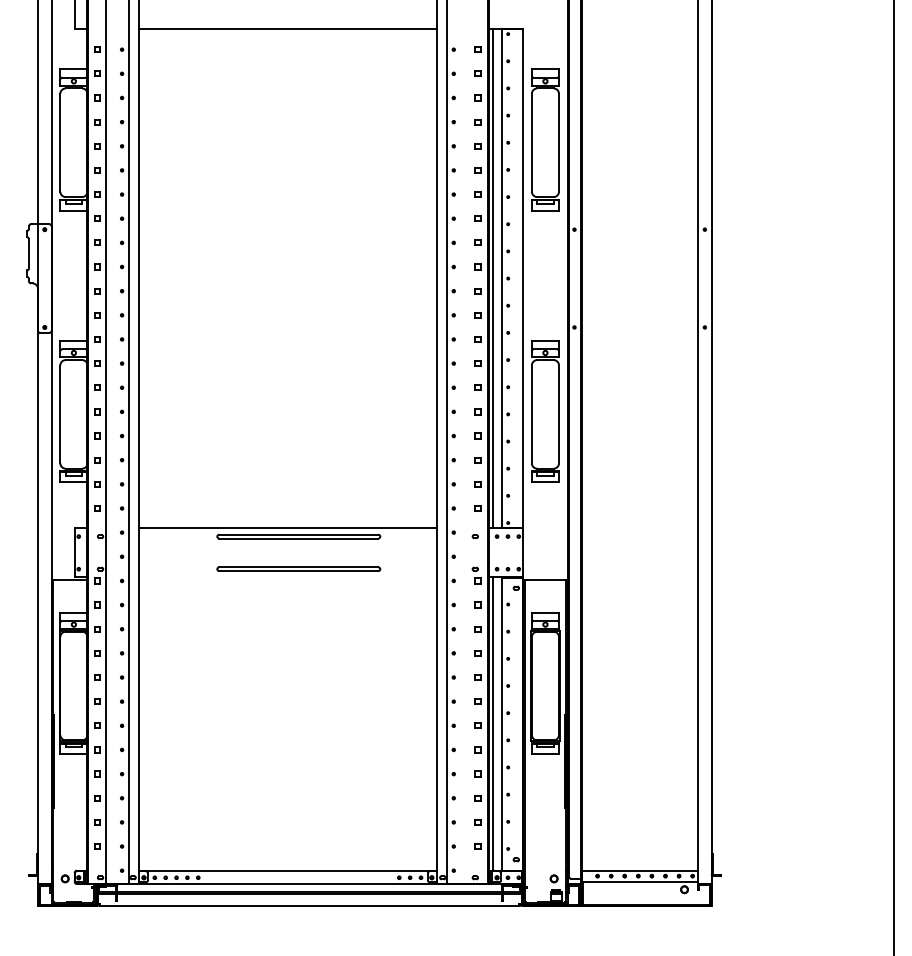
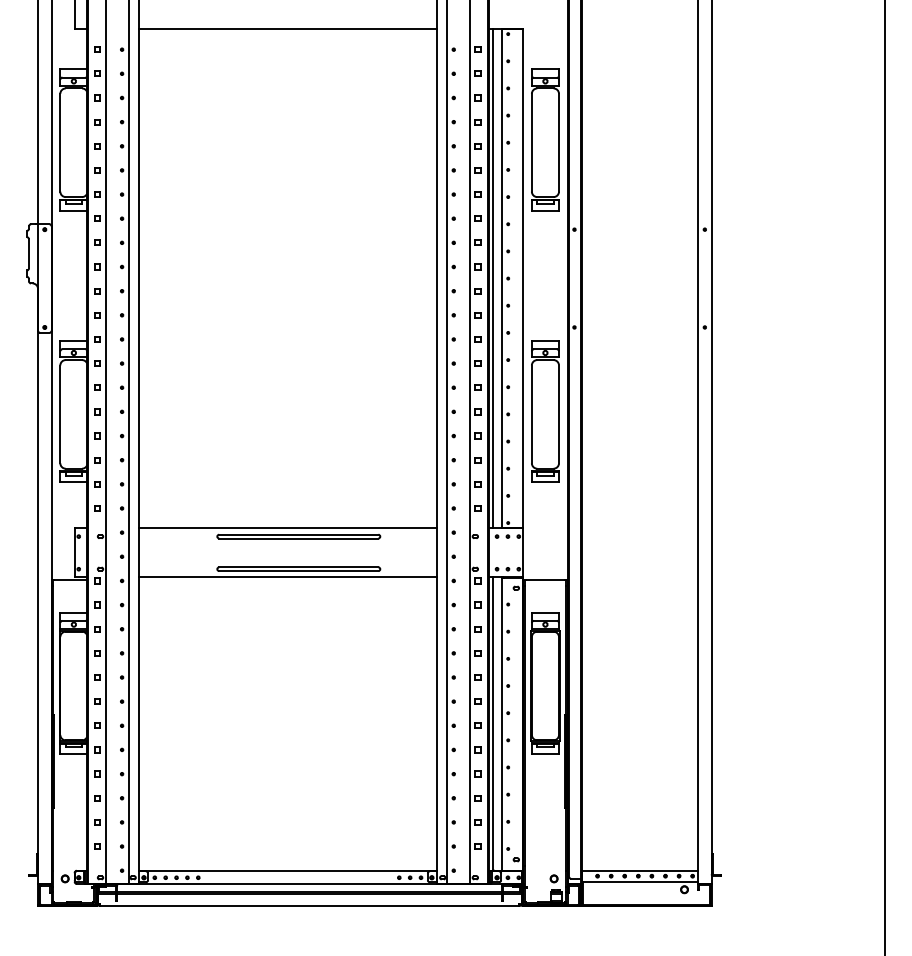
line at (469, 443): none -> present
line at (893, 477) position: (893, 477) -> (884, 477)
line at (287, 577): none -> present
